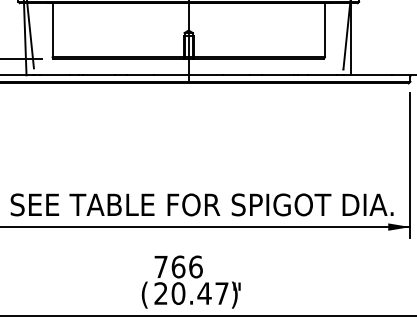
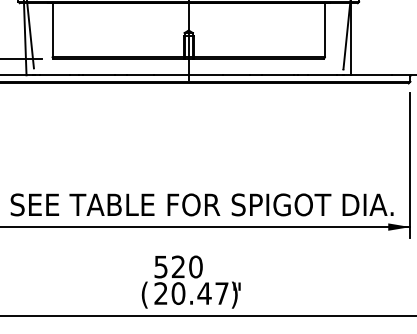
text at (178, 266): 766 -> 520
